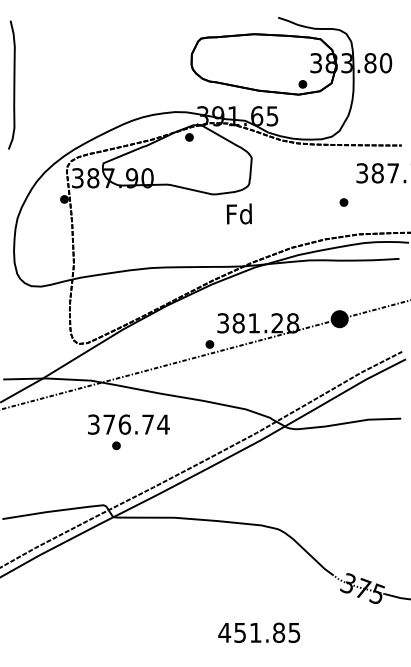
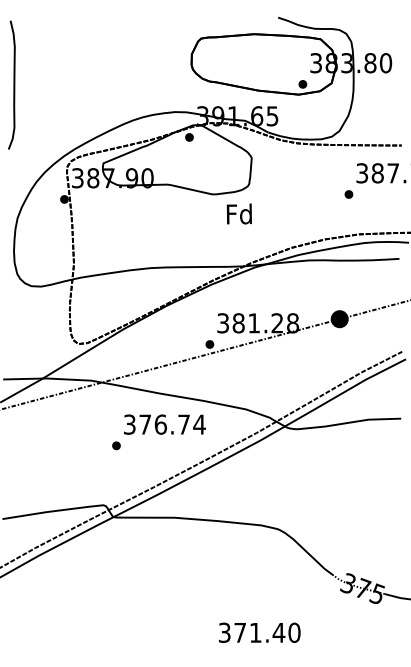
part at (343, 202) position: (343, 202) -> (348, 194)
text at (128, 424) position: (128, 424) -> (164, 424)
text at (259, 632): 451.85 -> 371.40
